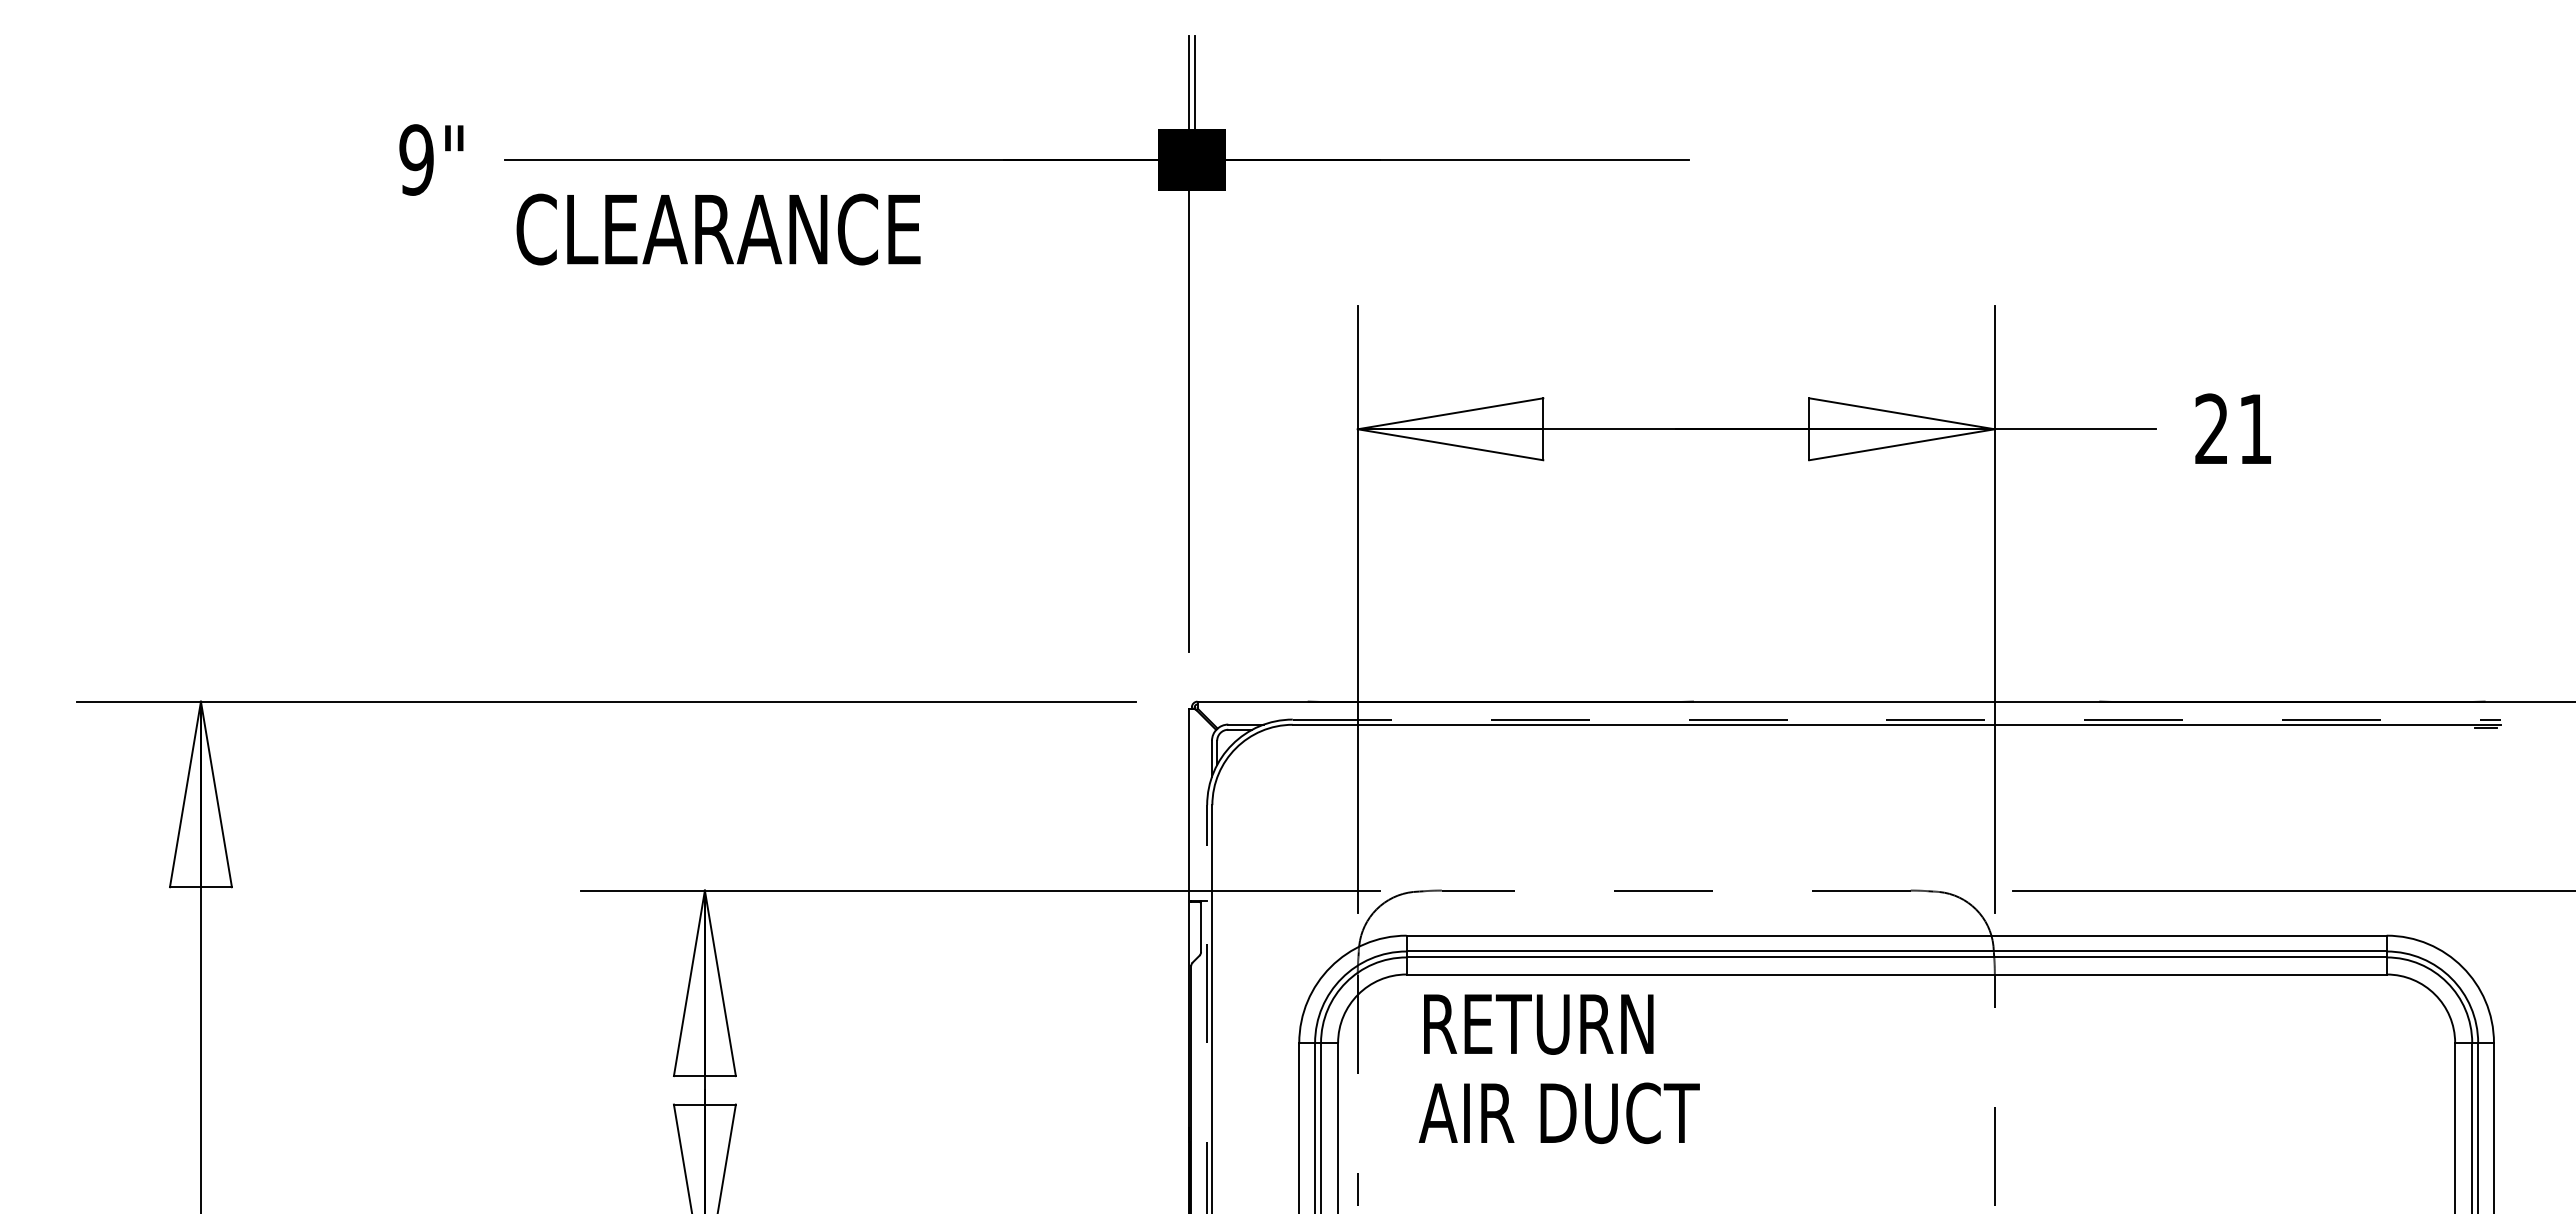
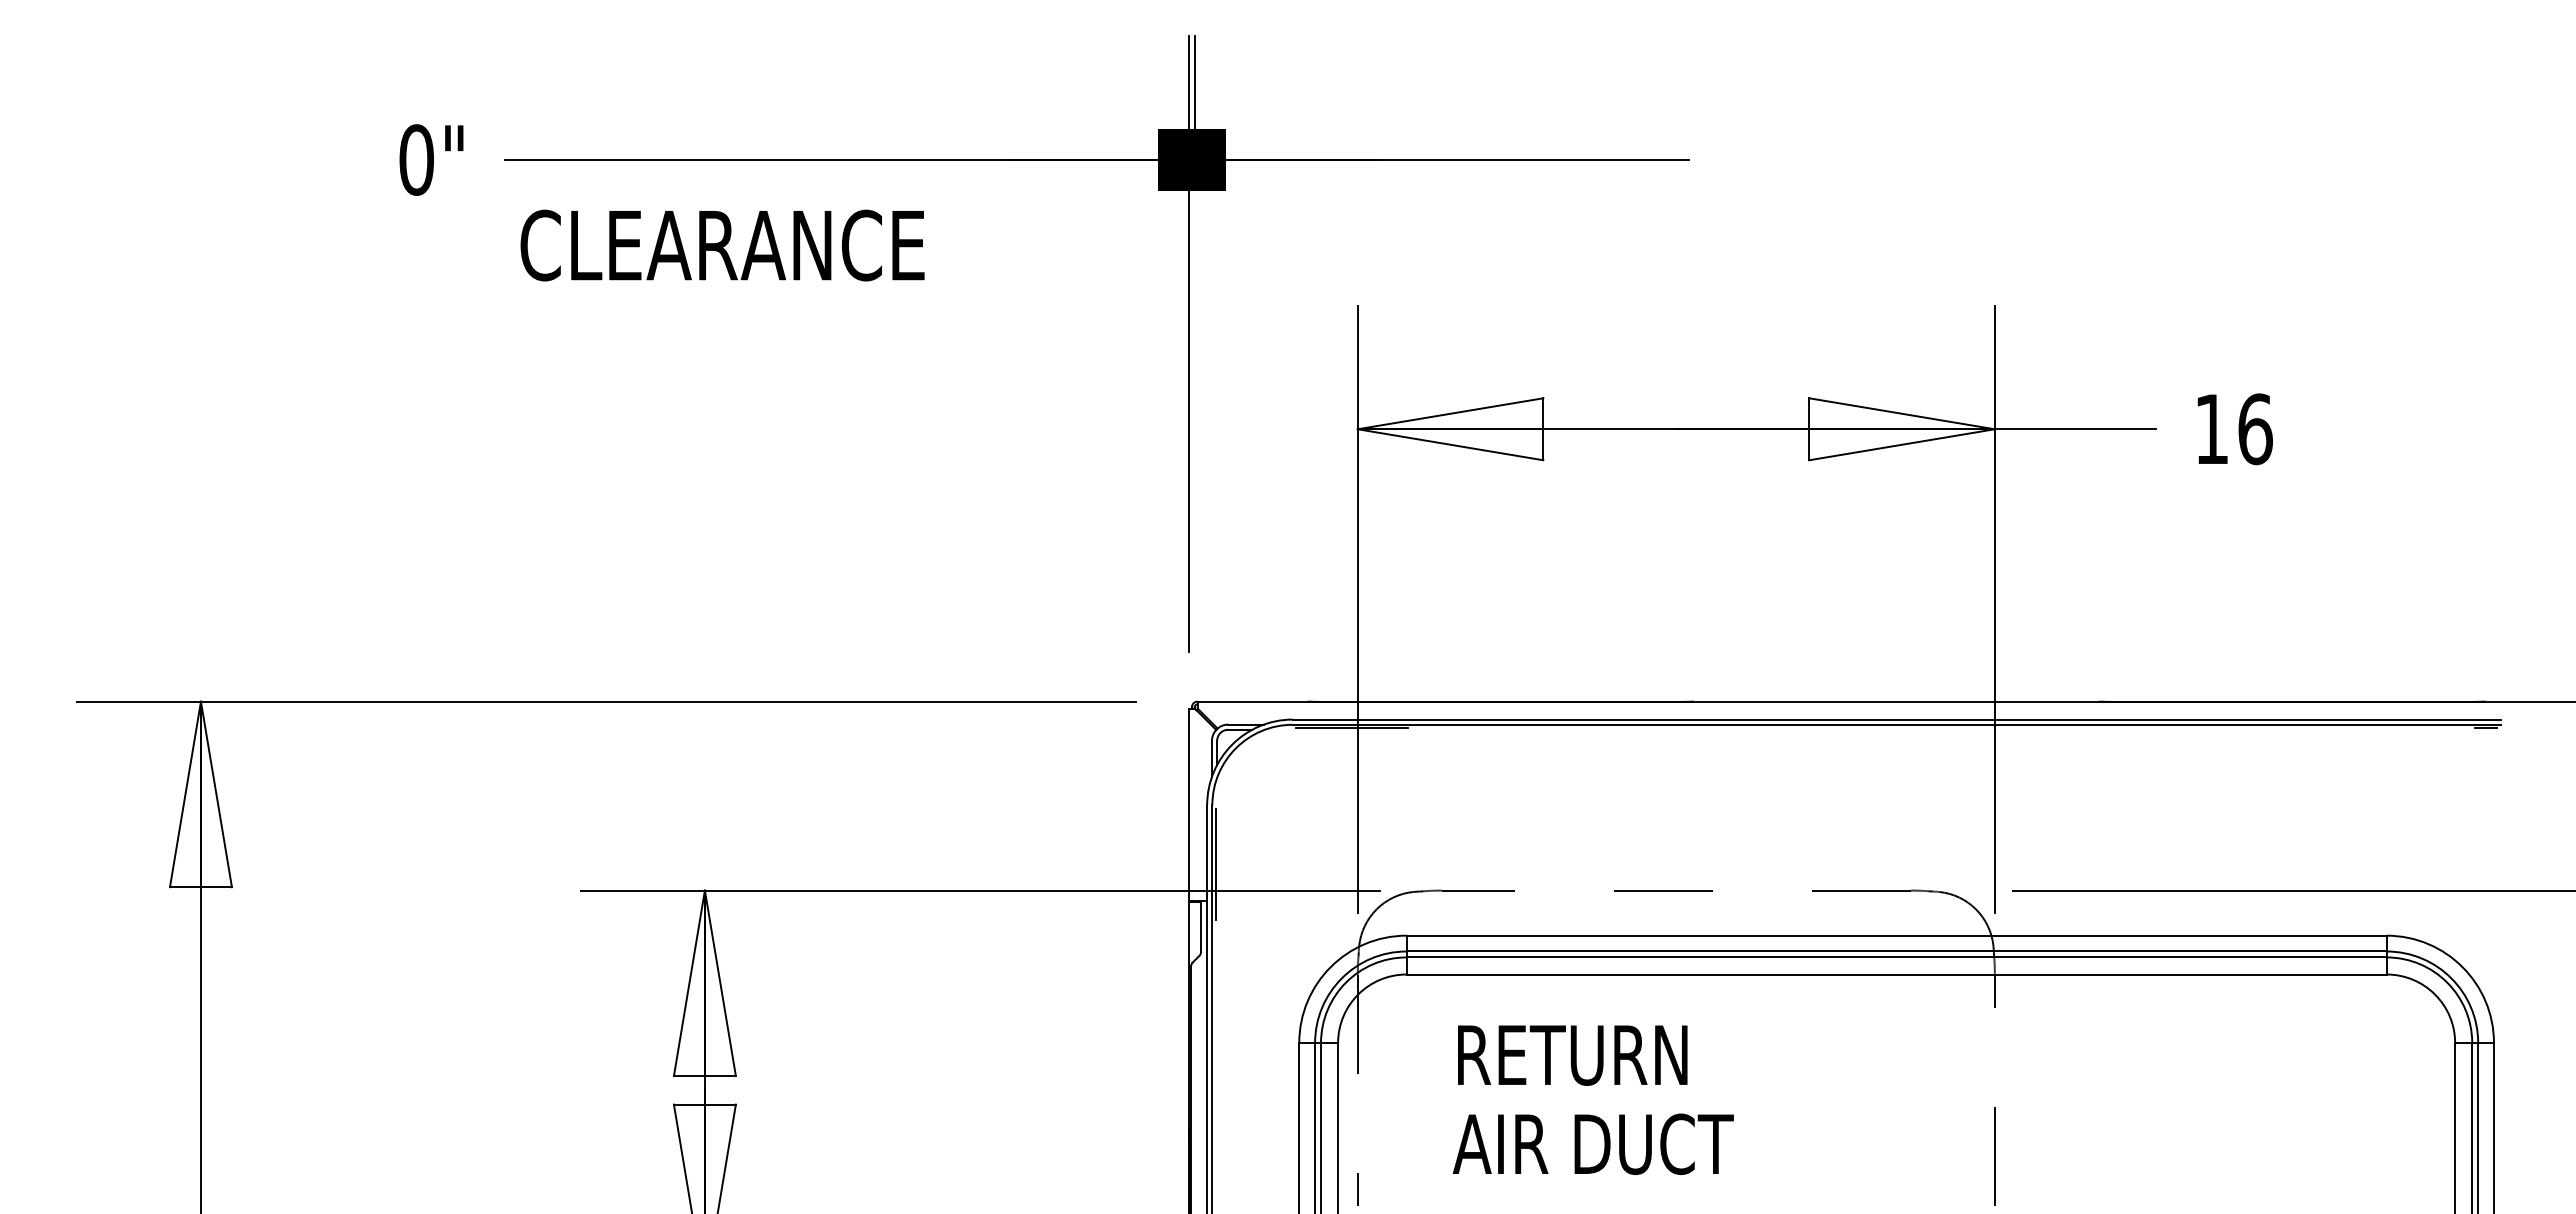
text at (416, 159): 9" -> 0"
text at (718, 229) position: (718, 229) -> (722, 245)
text at (2233, 429): 21 -> 16
line at (1896, 719): dashed -> solid
line at (1351, 728): none -> present
line at (1215, 864): none -> present
line at (1207, 1009): dashed -> solid
text at (1558, 1068) position: (1558, 1068) -> (1592, 1099)
